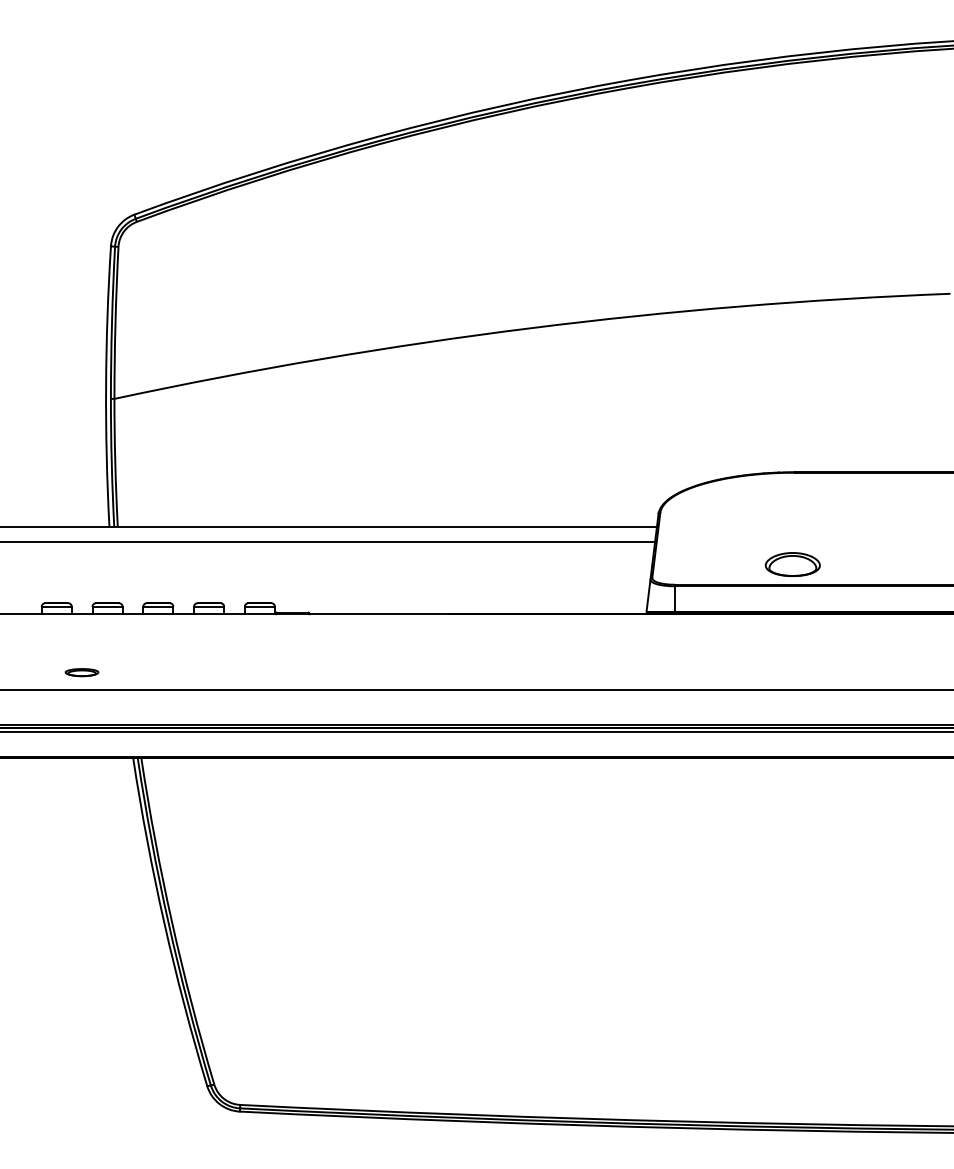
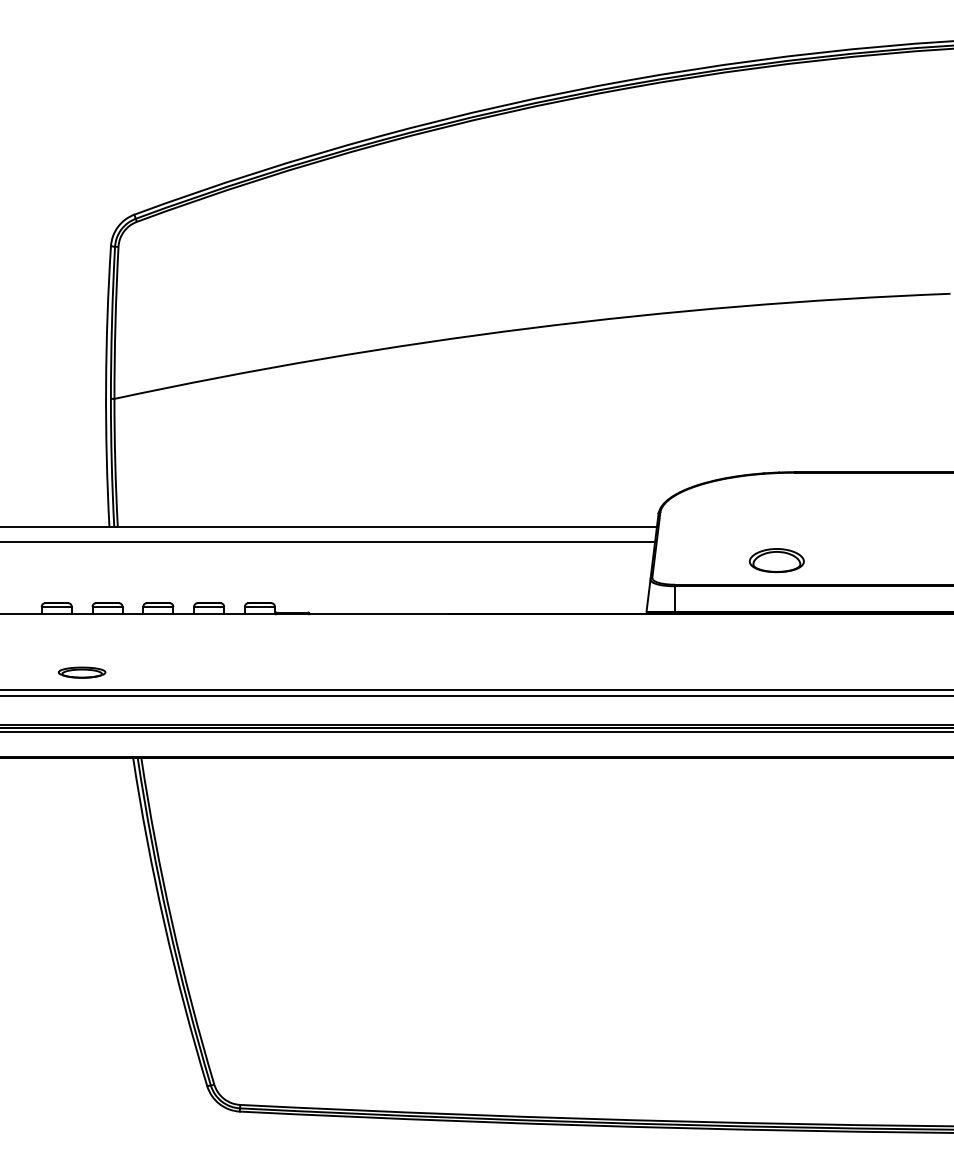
part at (792, 564) position: (792, 564) -> (776, 560)
part at (81, 672) size: 36x10 px -> 50x13 px
line at (476, 695): none -> present
